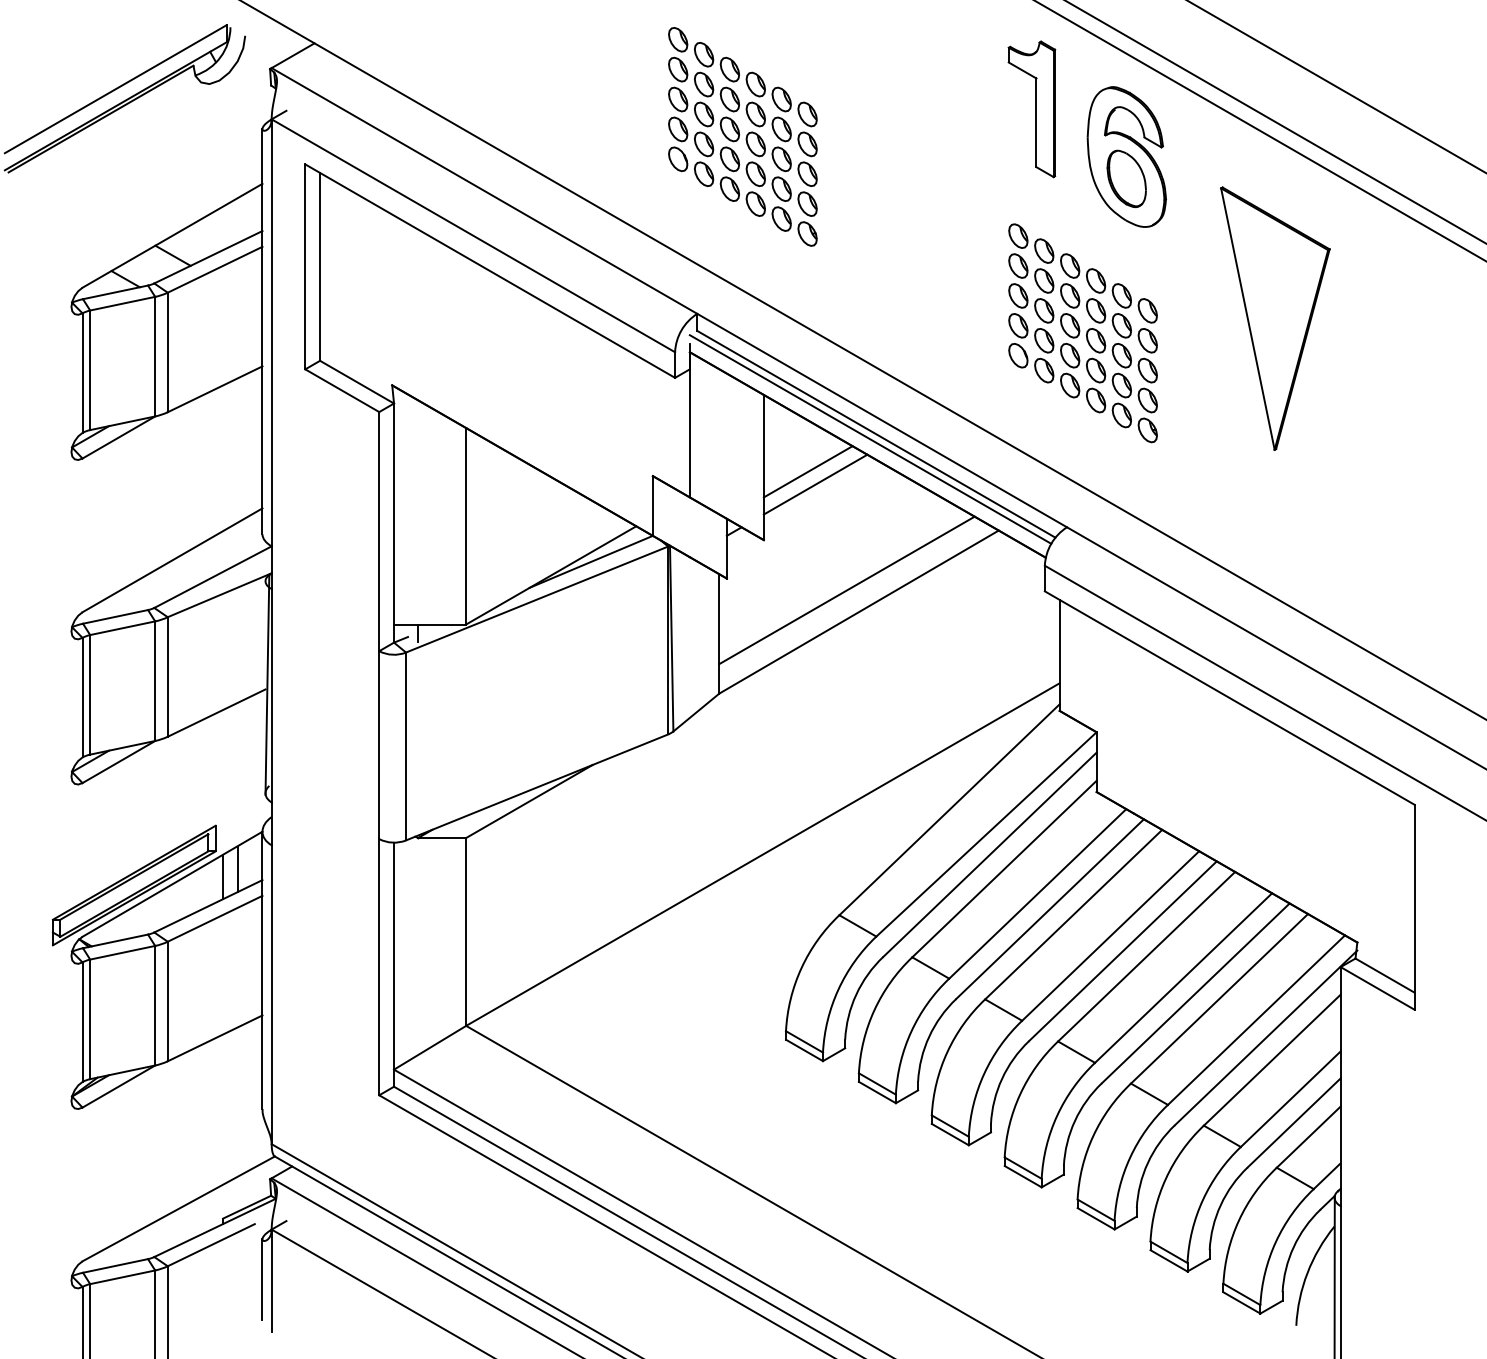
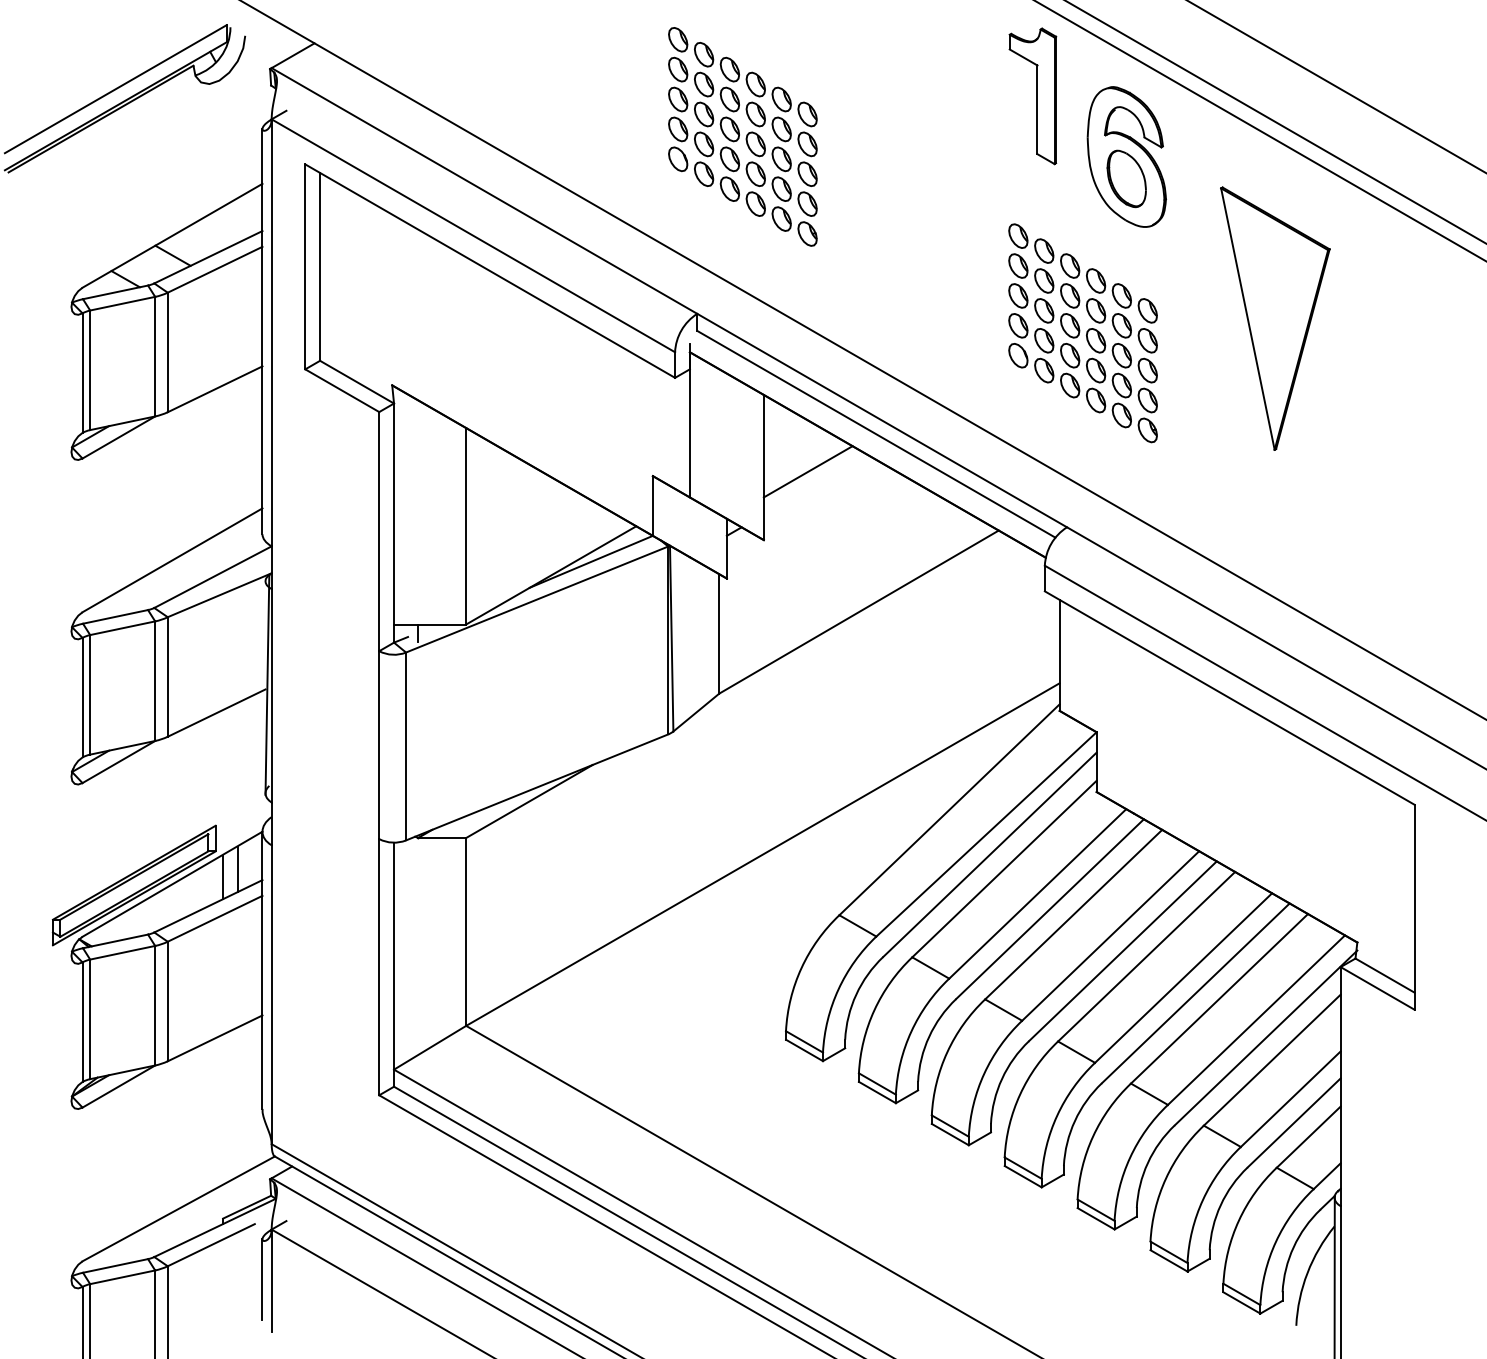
part at (1031, 109) position: (1031, 109) -> (1032, 96)
line at (870, 439): present -> none
line at (815, 484): present -> none
line at (846, 590): present -> none
